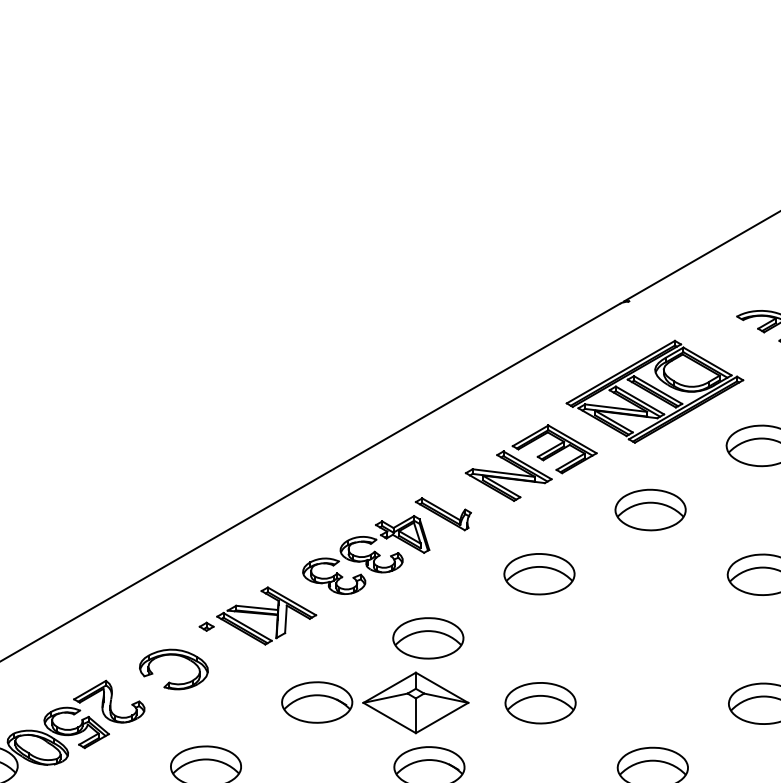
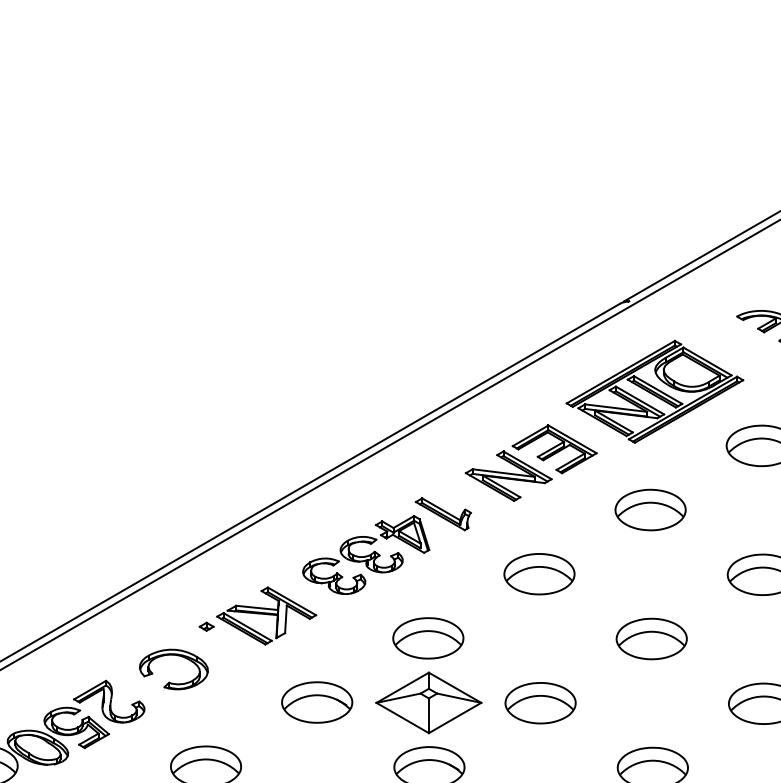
line at (389, 444): none -> present
part at (651, 638): none -> present
part at (415, 702) position: (415, 702) -> (428, 702)
